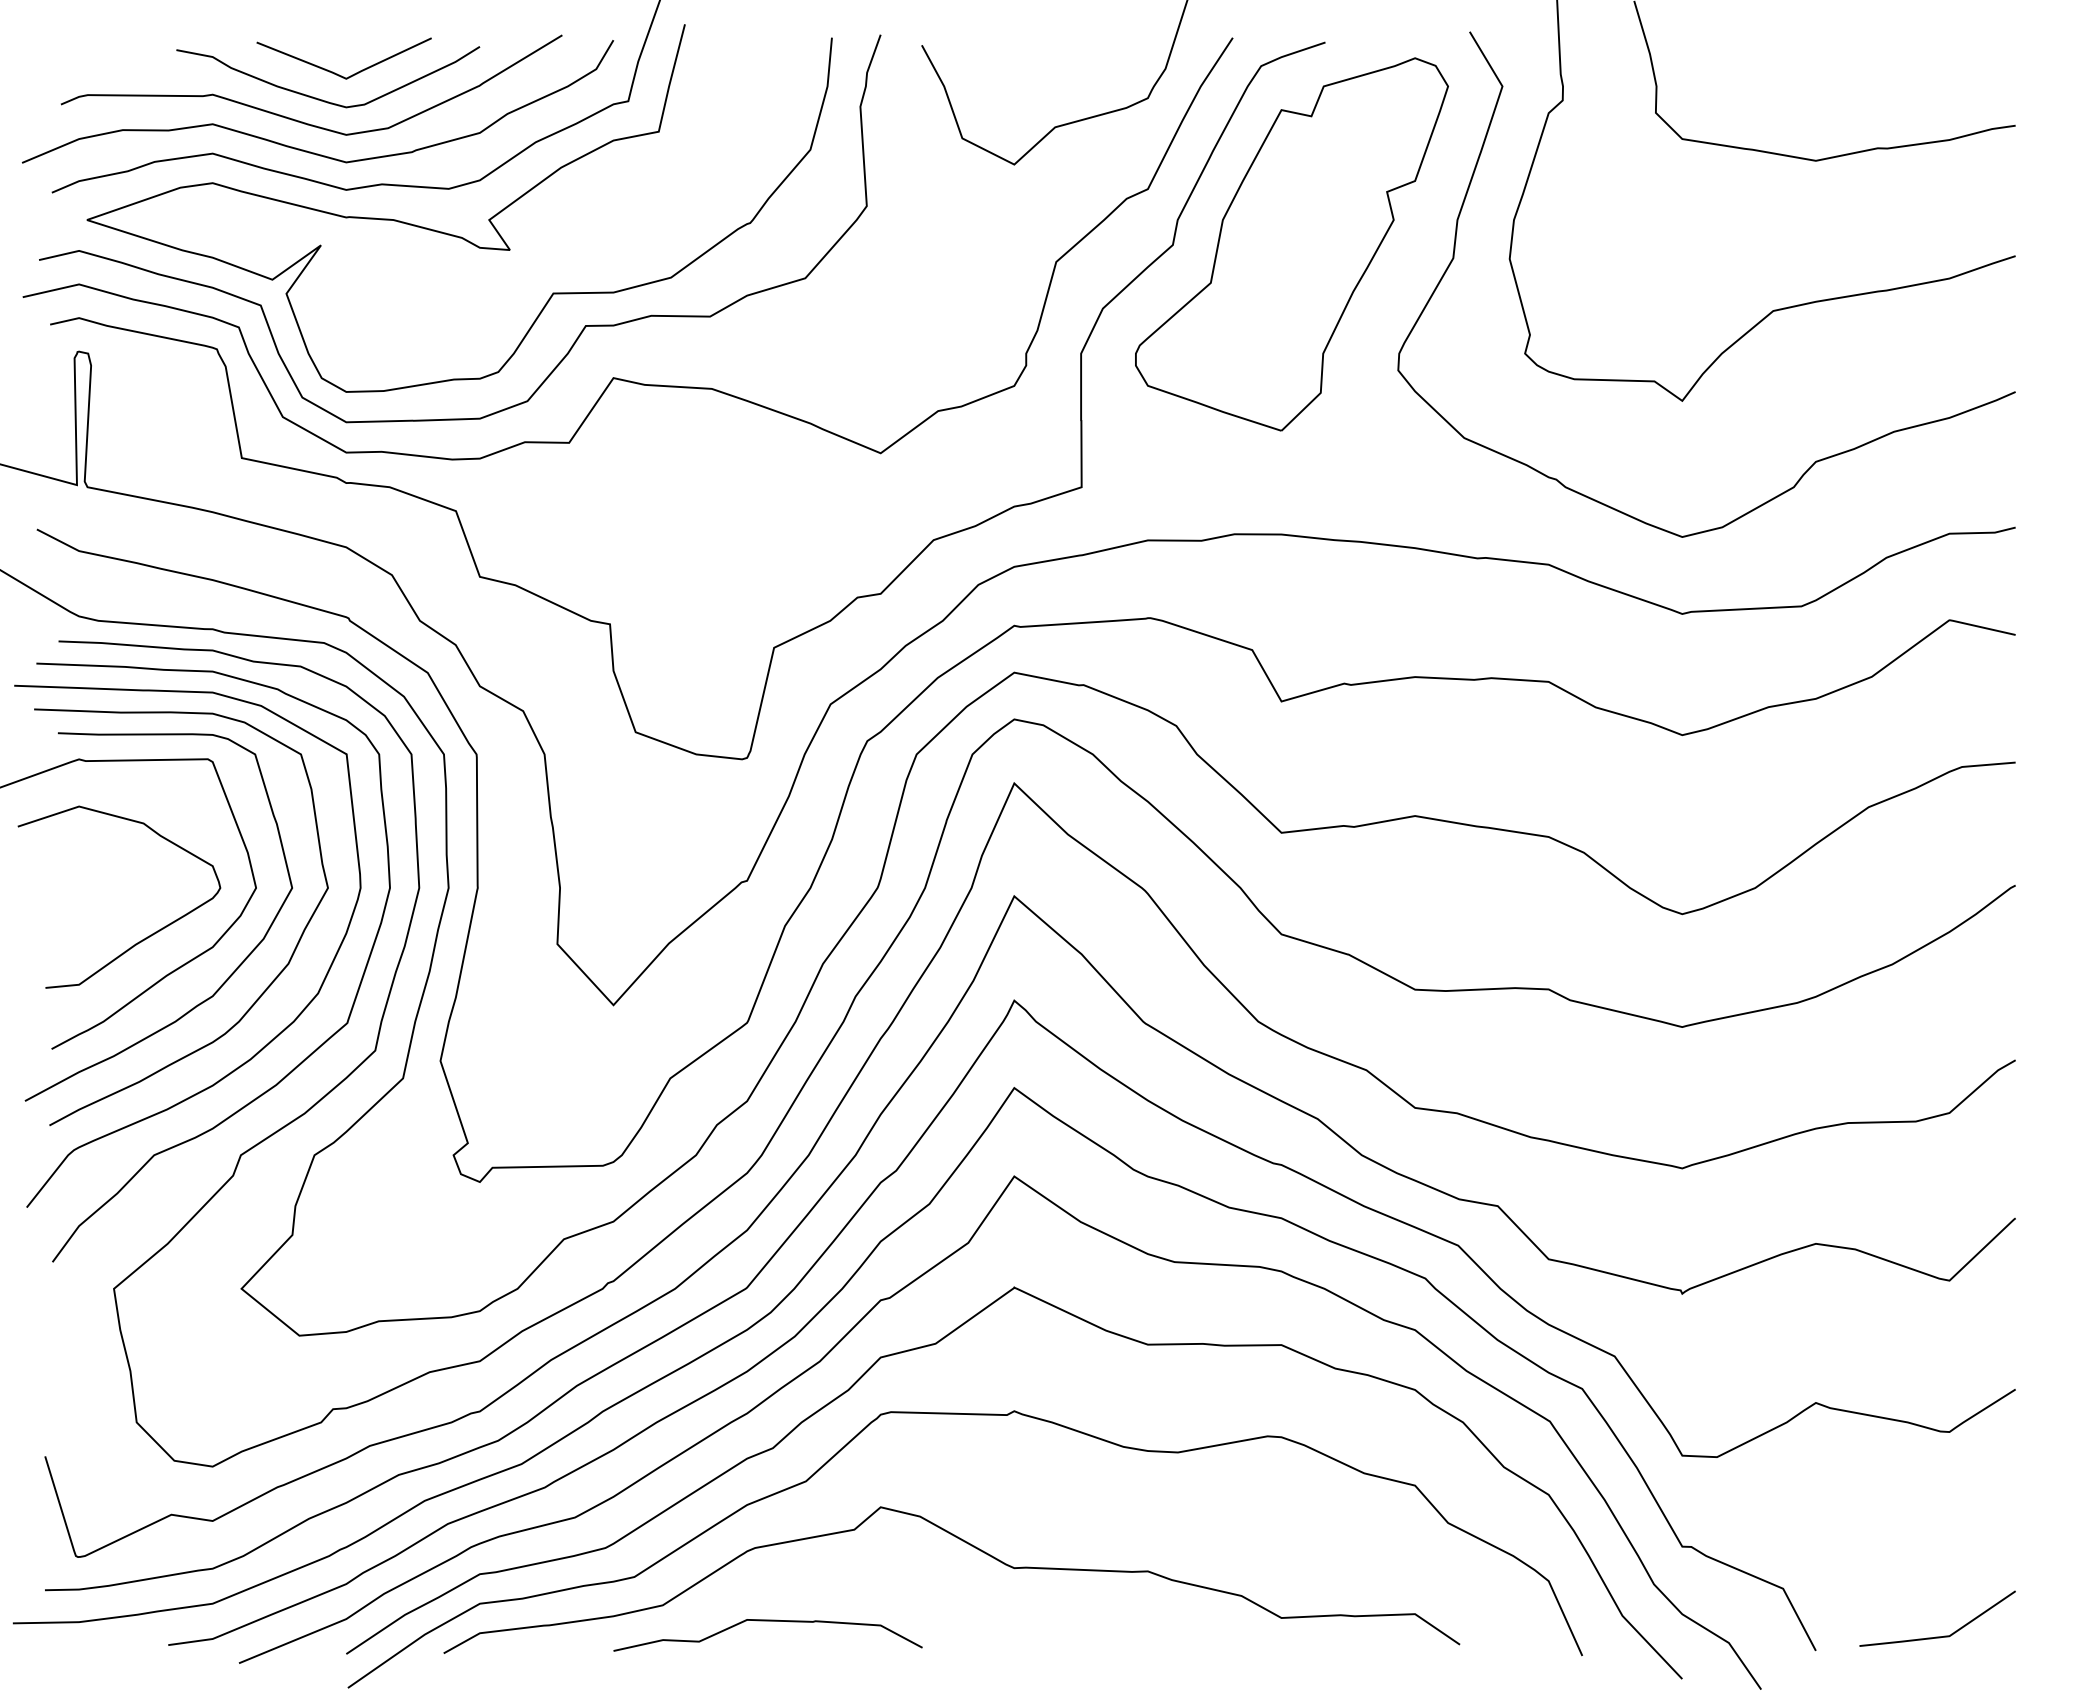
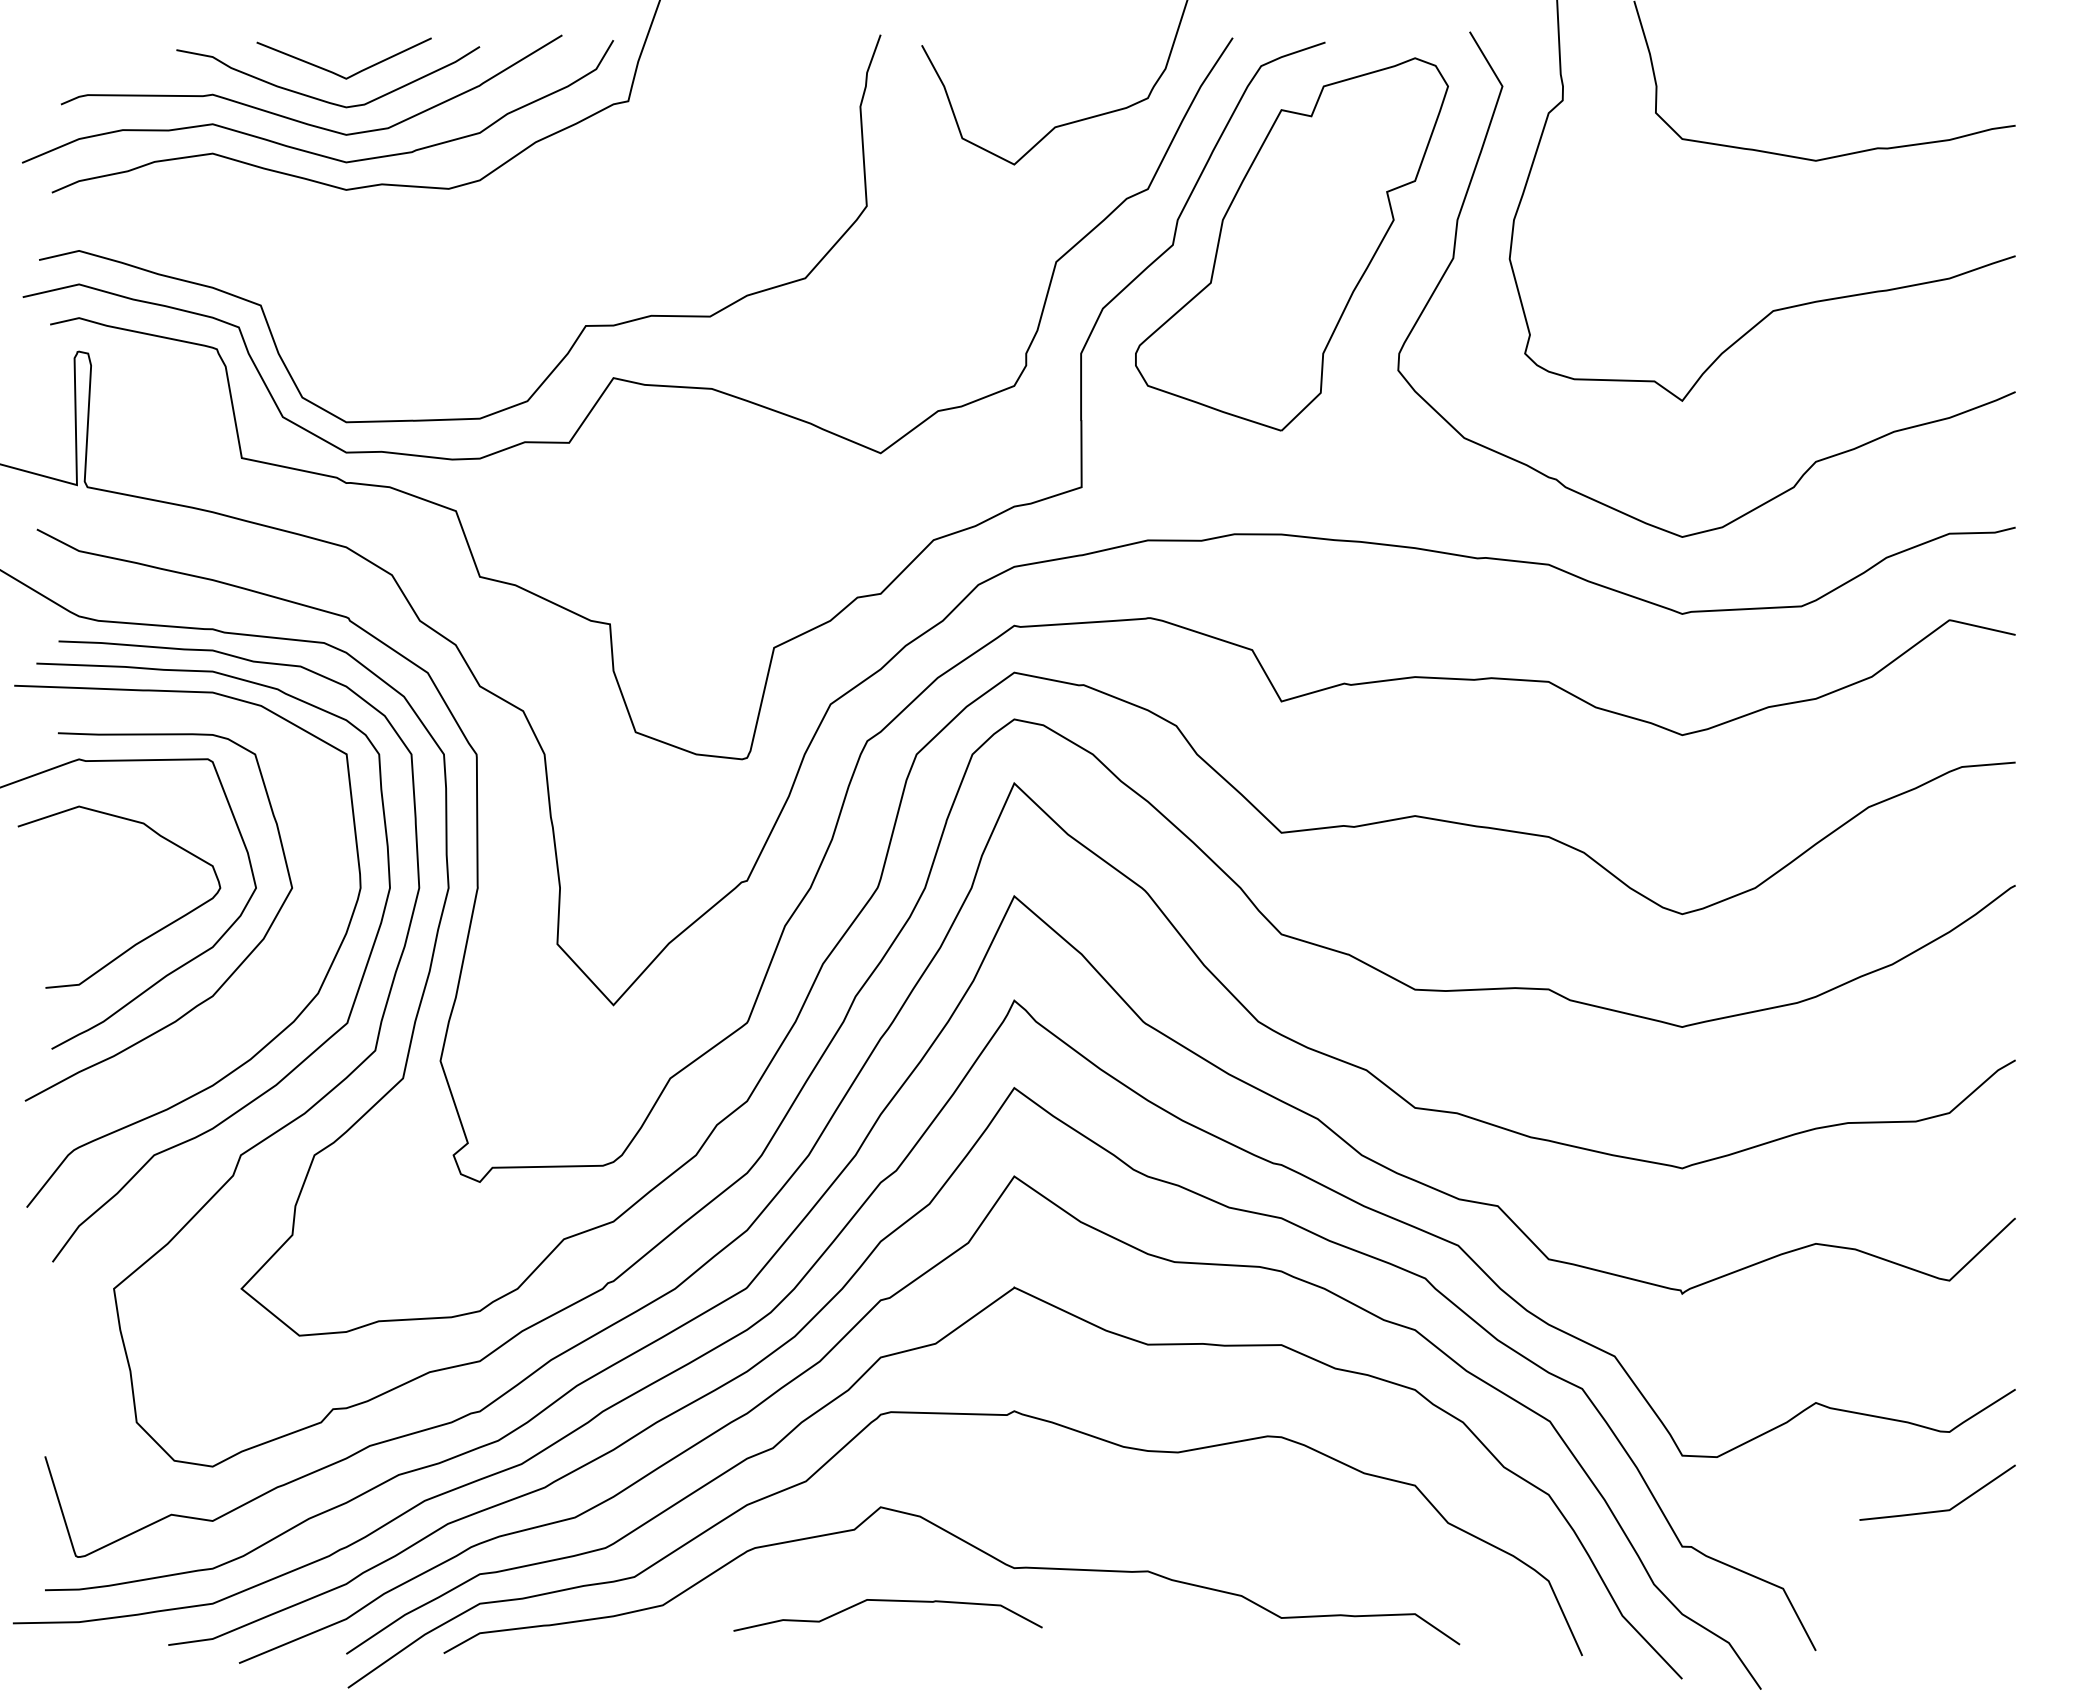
curve at (453, 234): present -> none
curve at (266, 987): present -> none
curve at (767, 1621) position: (767, 1621) -> (887, 1601)
line at (1937, 1636) position: (1937, 1636) -> (1937, 1510)
